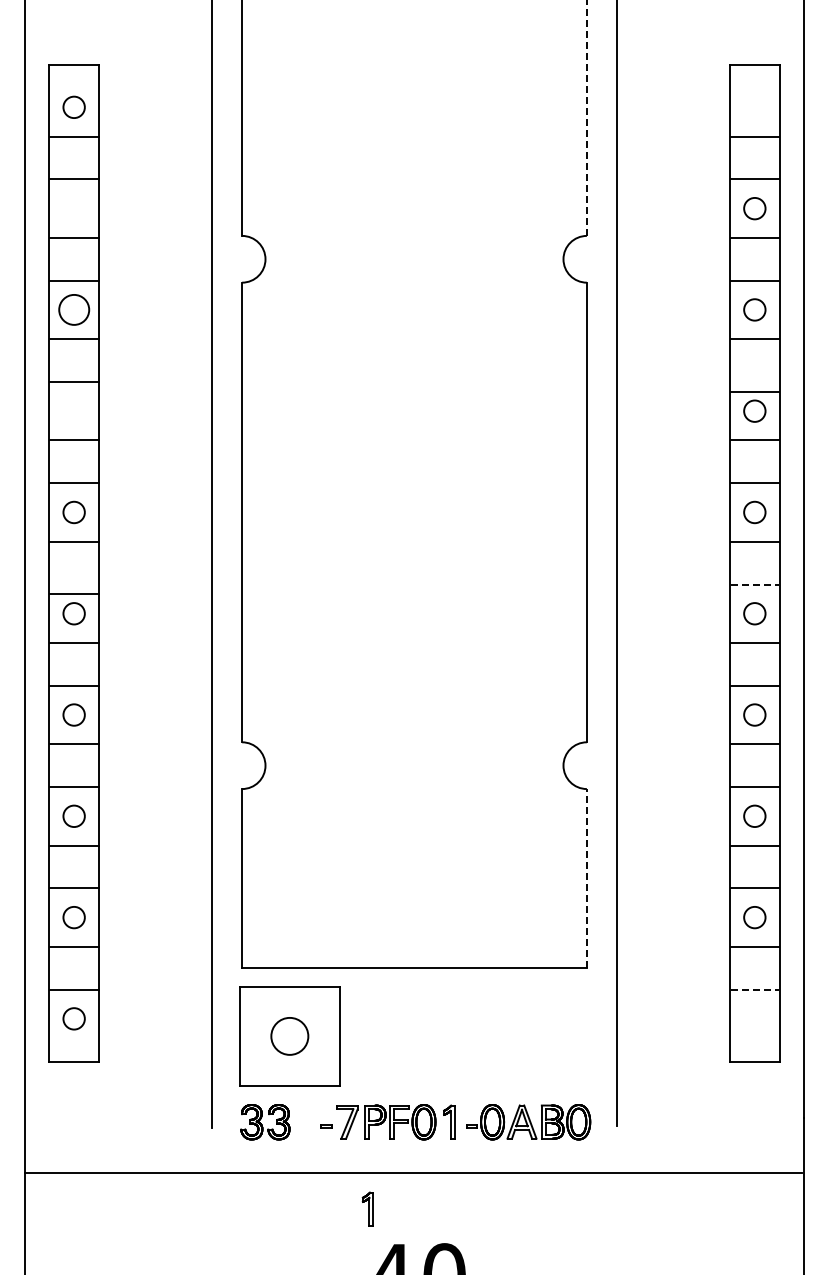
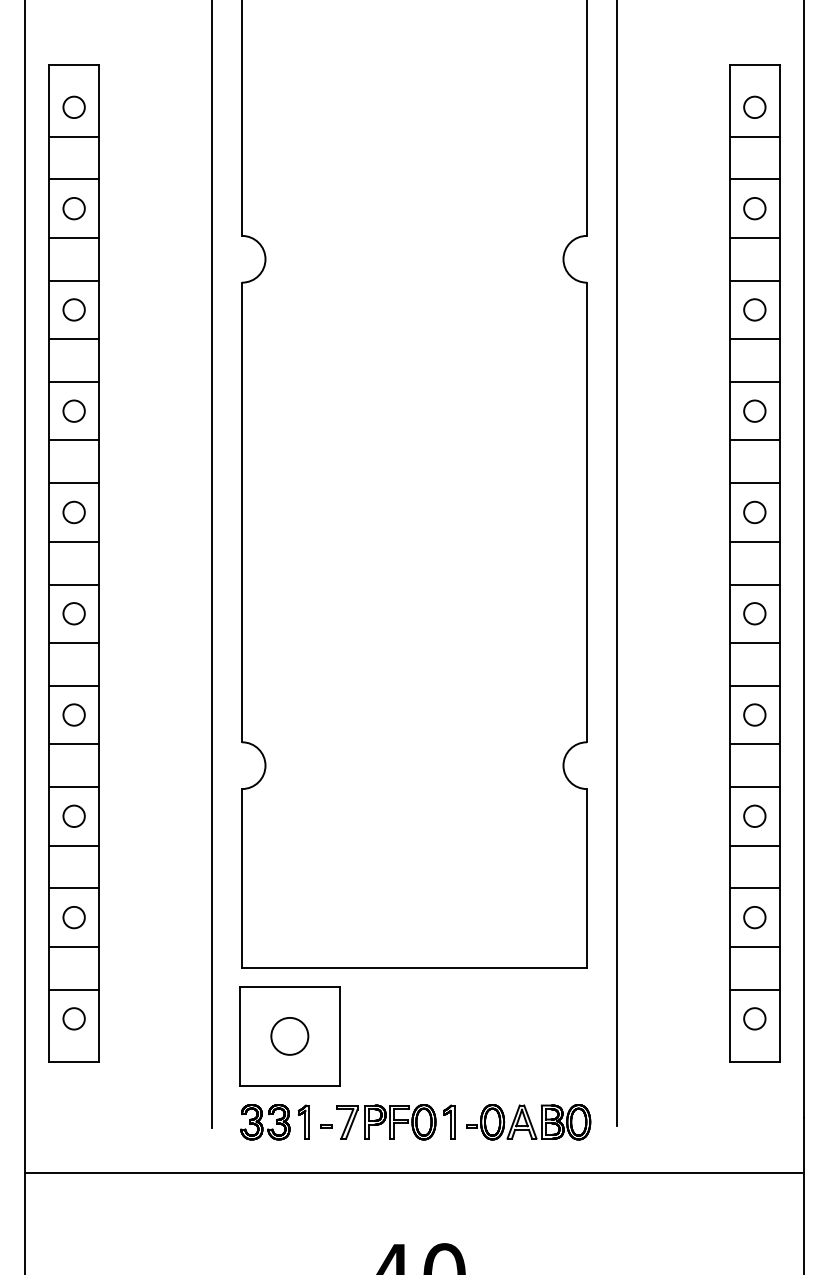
circle at (754, 106): none -> present
line at (586, 117): dashed -> solid
circle at (73, 208): none -> present
circle at (74, 309) size: 33x32 px -> 24x24 px
line at (754, 392) position: (754, 392) -> (754, 382)
circle at (73, 410): none -> present
line at (755, 584): dashed -> solid
line at (73, 593) position: (73, 593) -> (73, 584)
line at (586, 878): dashed -> solid
line at (755, 989): dashed -> solid
circle at (754, 1018): none -> present
part at (367, 1208) position: (367, 1208) -> (303, 1121)
